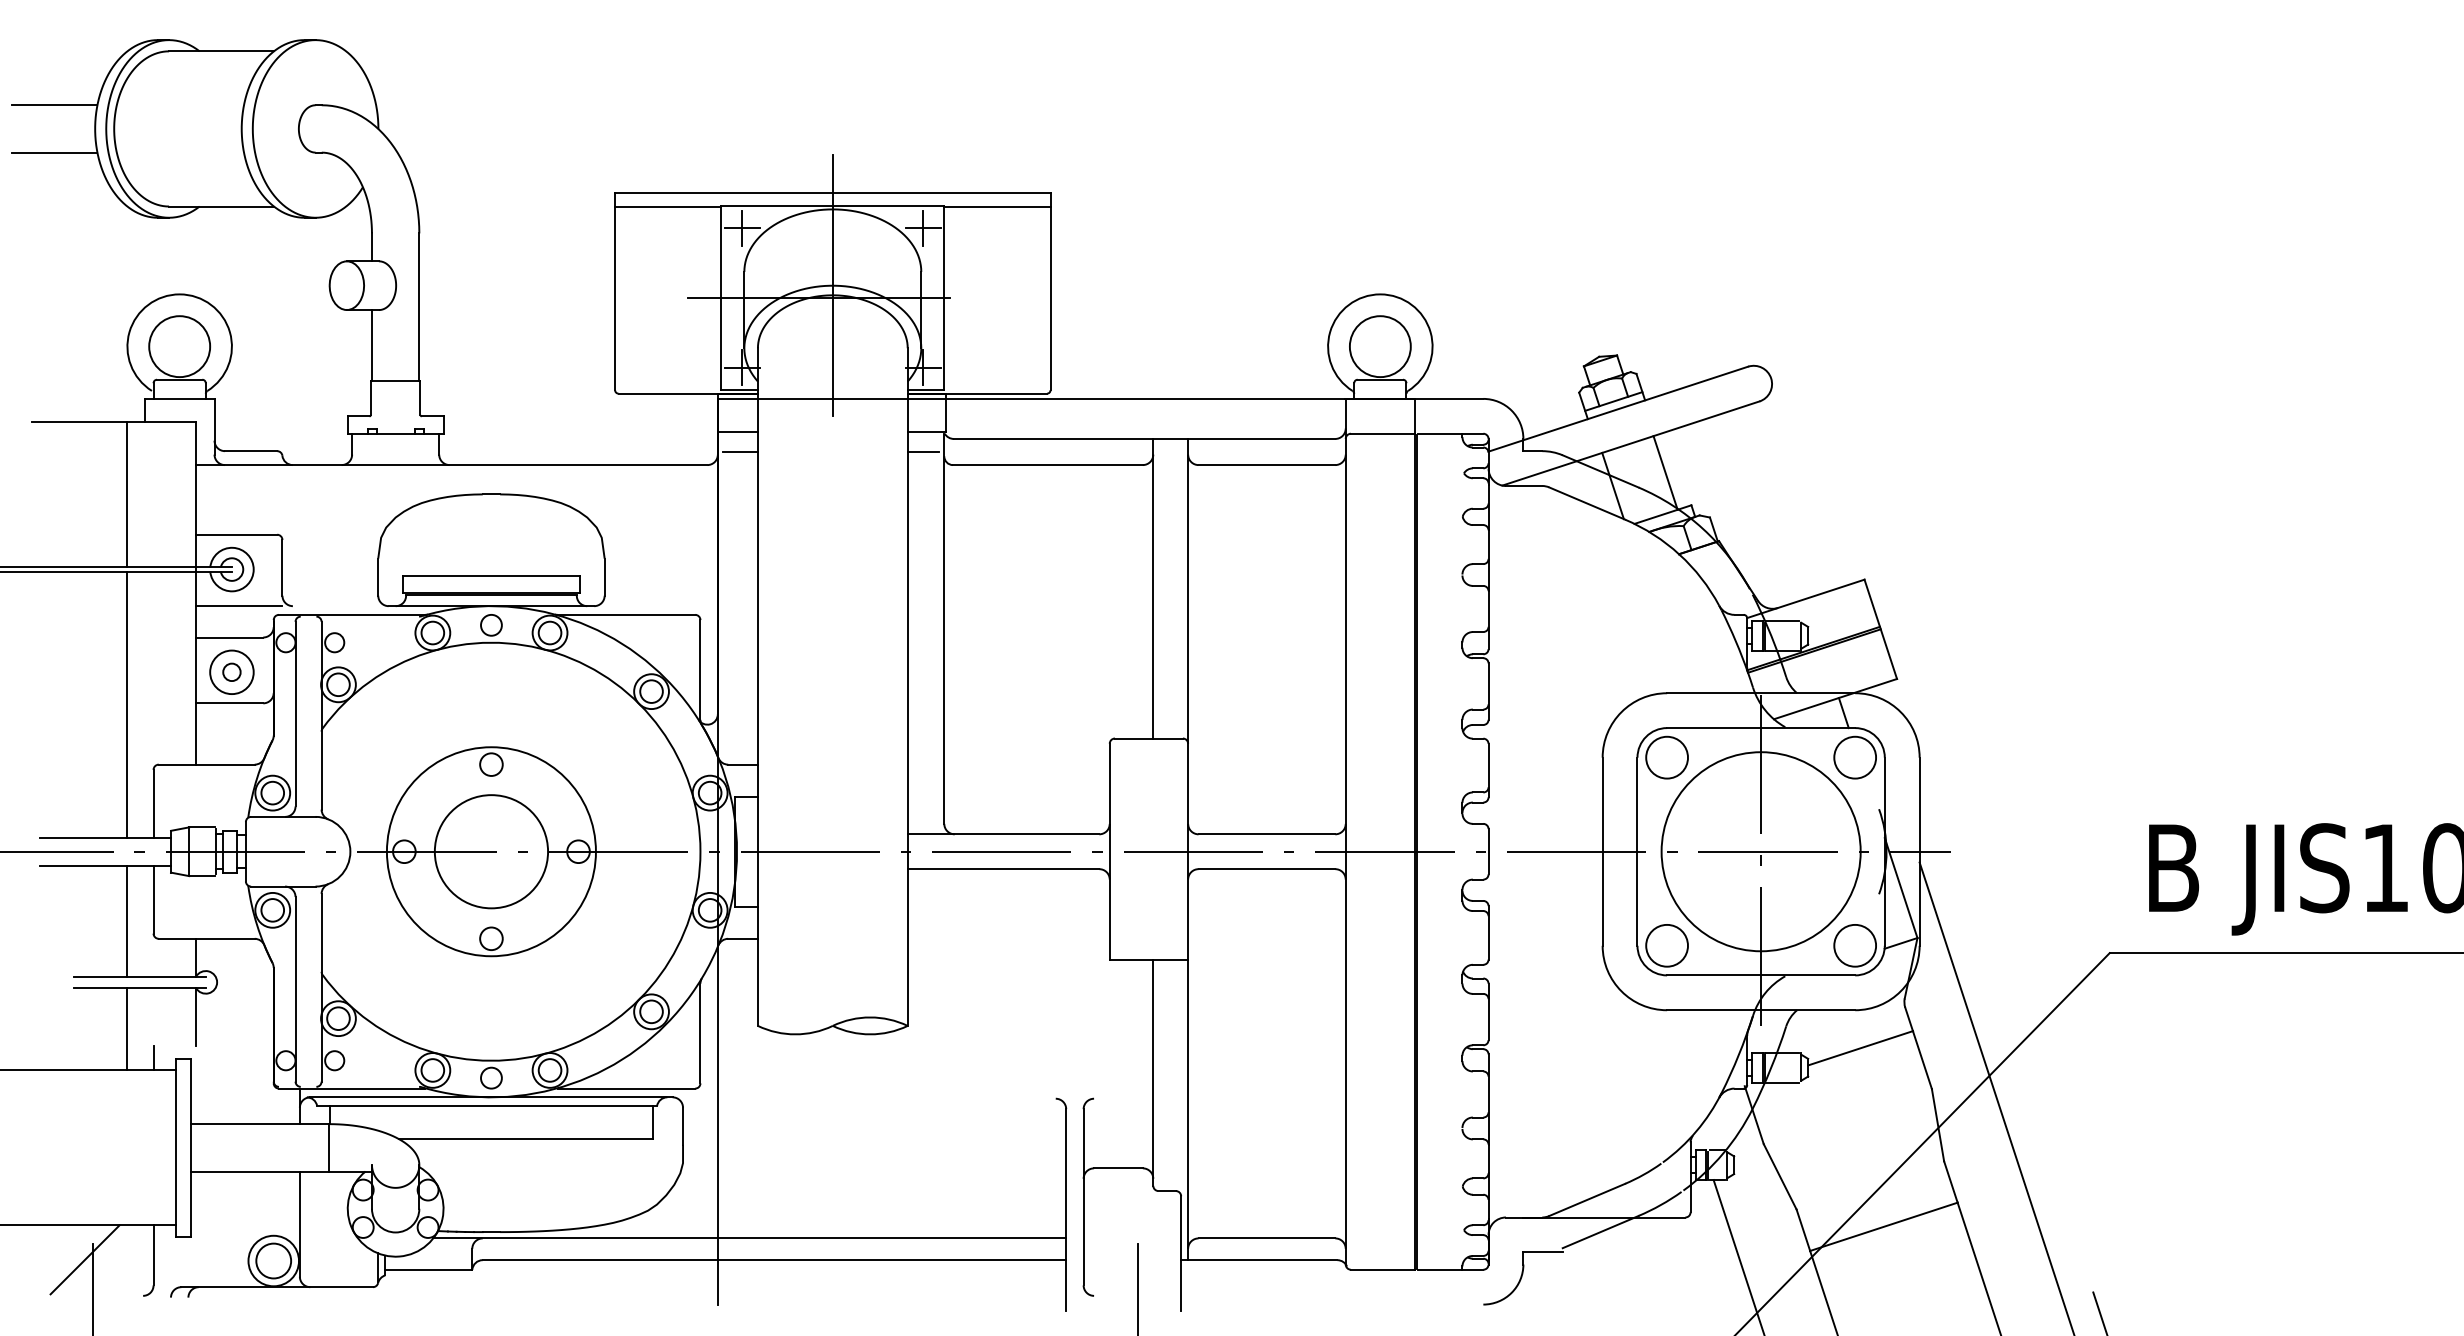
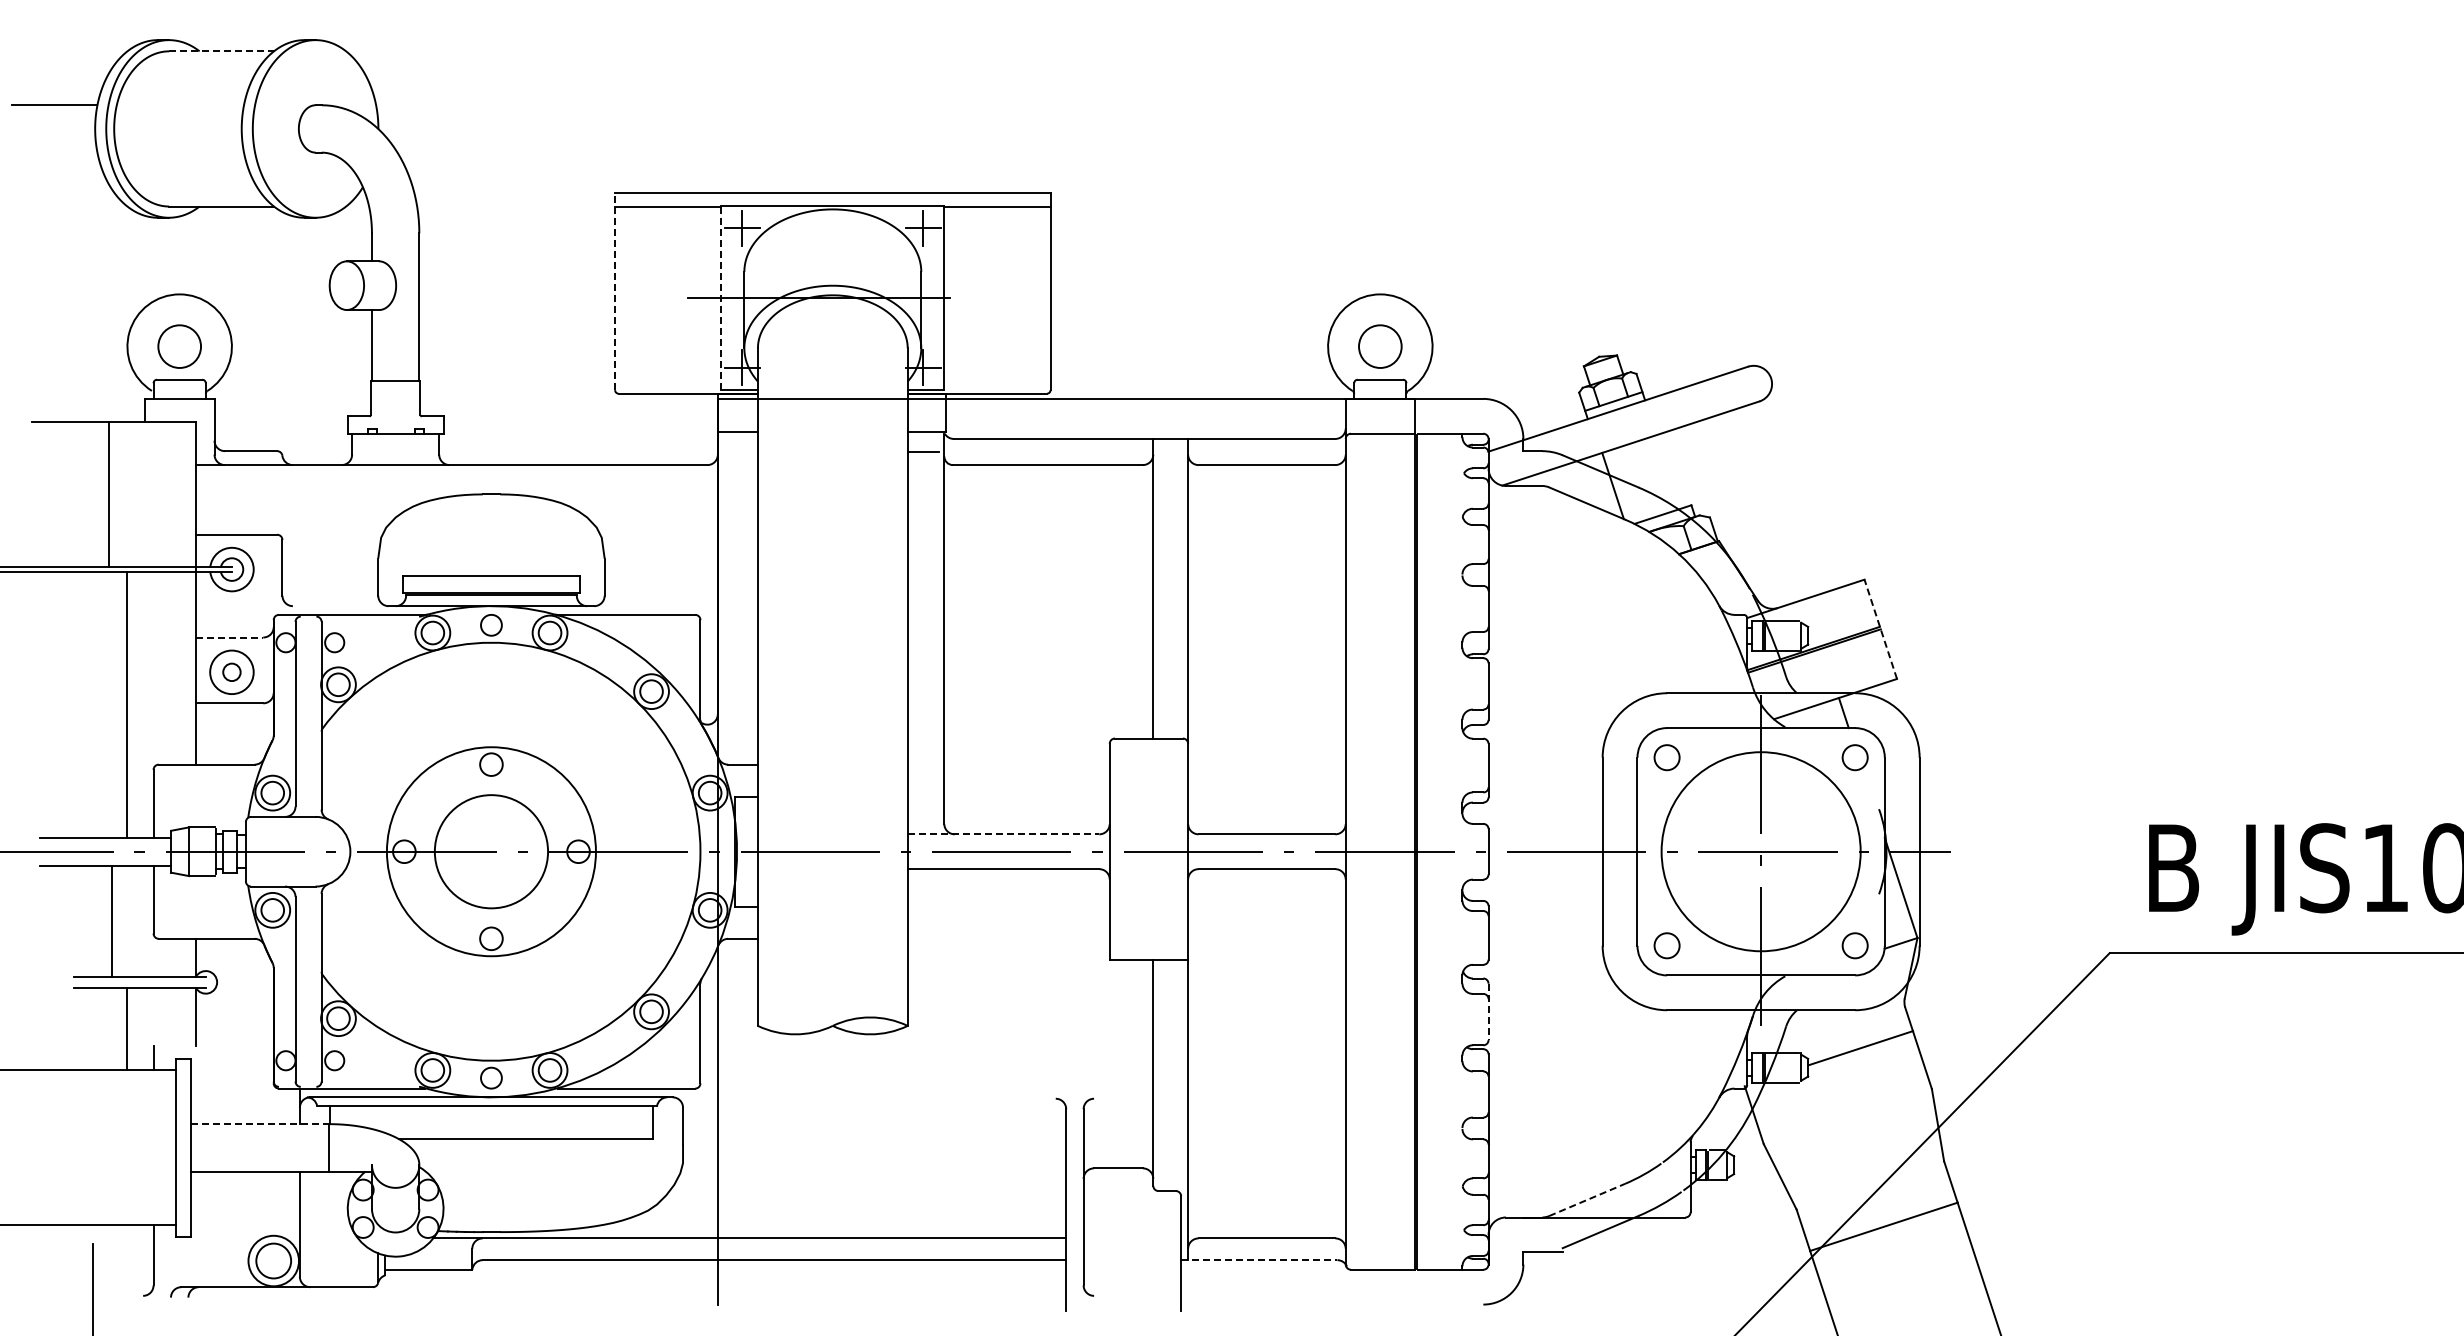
line at (222, 51): solid -> dashed
line at (54, 152): present -> none
line at (832, 285): present -> none
line at (615, 291): solid -> dashed
line at (721, 297): solid -> dashed
circle at (179, 346) diameter: 61 px -> 43 px
circle at (1379, 346) diameter: 61 px -> 43 px
line at (740, 452): present -> none
line at (1665, 472): present -> none
line at (127, 494) position: (127, 494) -> (109, 494)
line at (238, 606): present -> none
line at (1880, 628): solid -> dashed
line at (229, 637): solid -> dashed
circle at (1667, 757) diameter: 42 px -> 25 px
circle at (1855, 757) diameter: 42 px -> 25 px
line at (1003, 834): solid -> dashed
line at (127, 920) position: (127, 920) -> (112, 920)
circle at (1667, 945) diameter: 42 px -> 25 px
circle at (1855, 945) diameter: 42 px -> 25 px
line at (1488, 1012): solid -> dashed
line at (1996, 1097): present -> none
line at (260, 1124): solid -> dashed
line at (1587, 1199): solid -> dashed
line at (1738, 1256): present -> none
line at (84, 1259): present -> none
line at (1259, 1260): solid -> dashed
line at (1137, 1287): present -> none
line at (2099, 1312): present -> none
